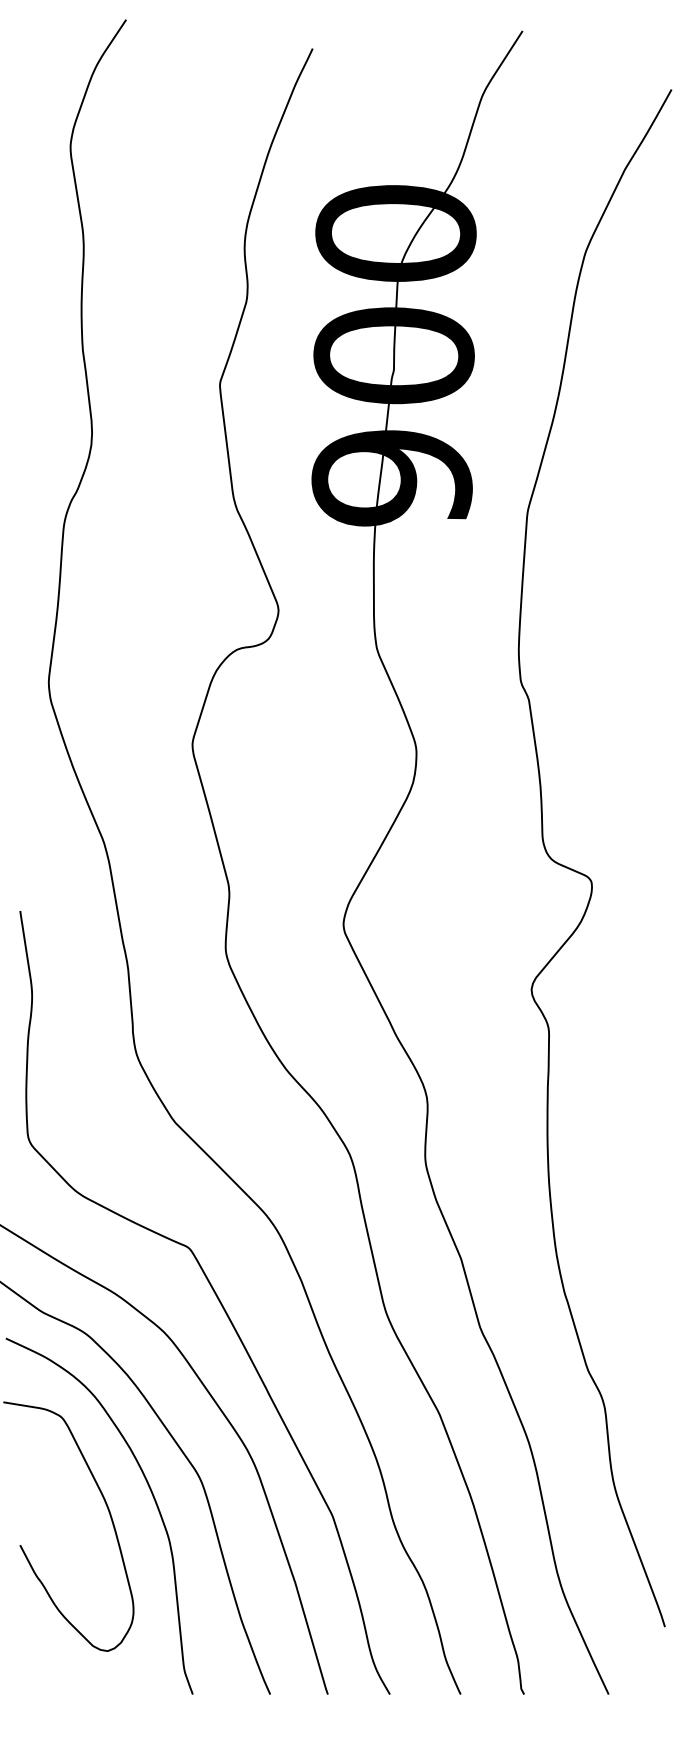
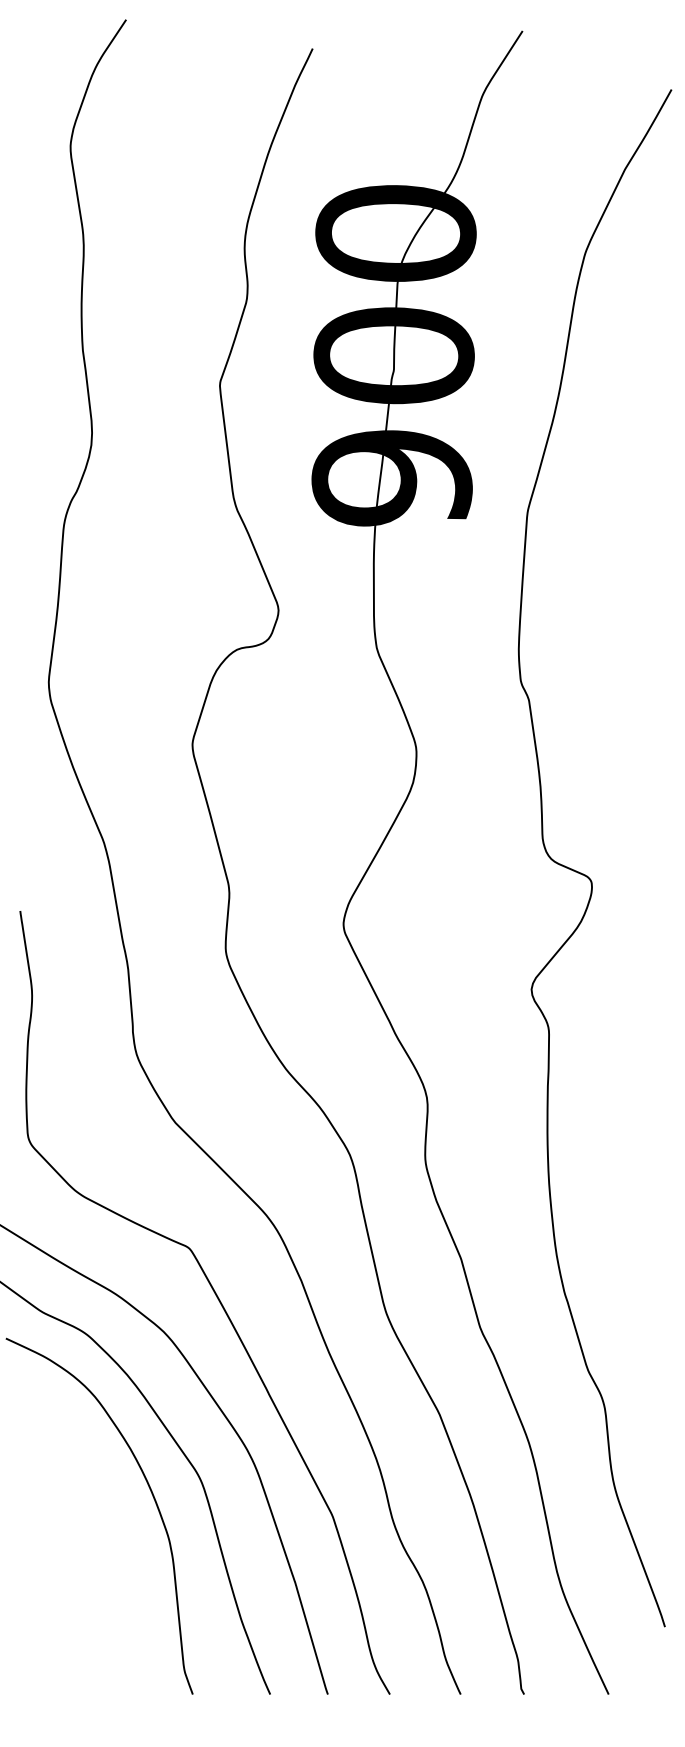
curve at (108, 1512): present -> none
